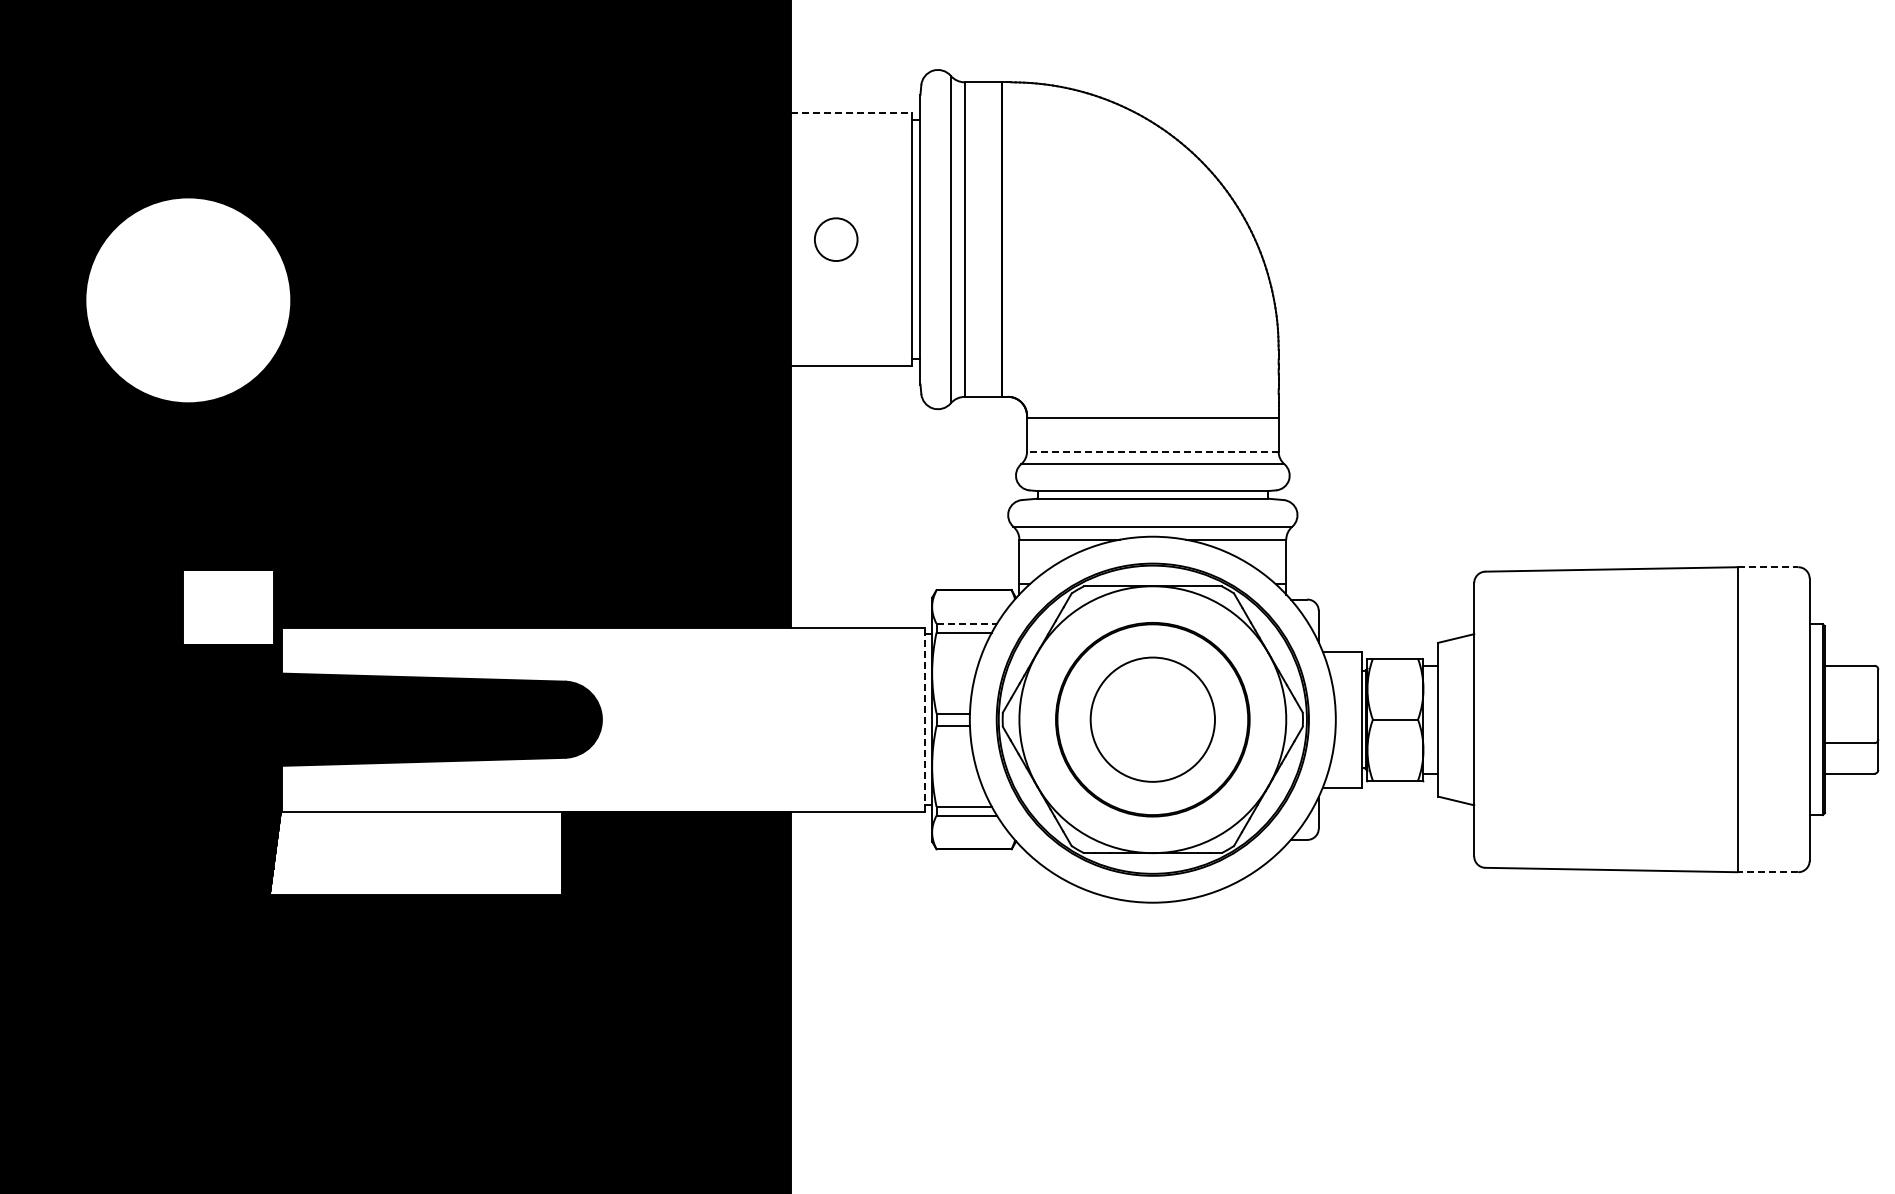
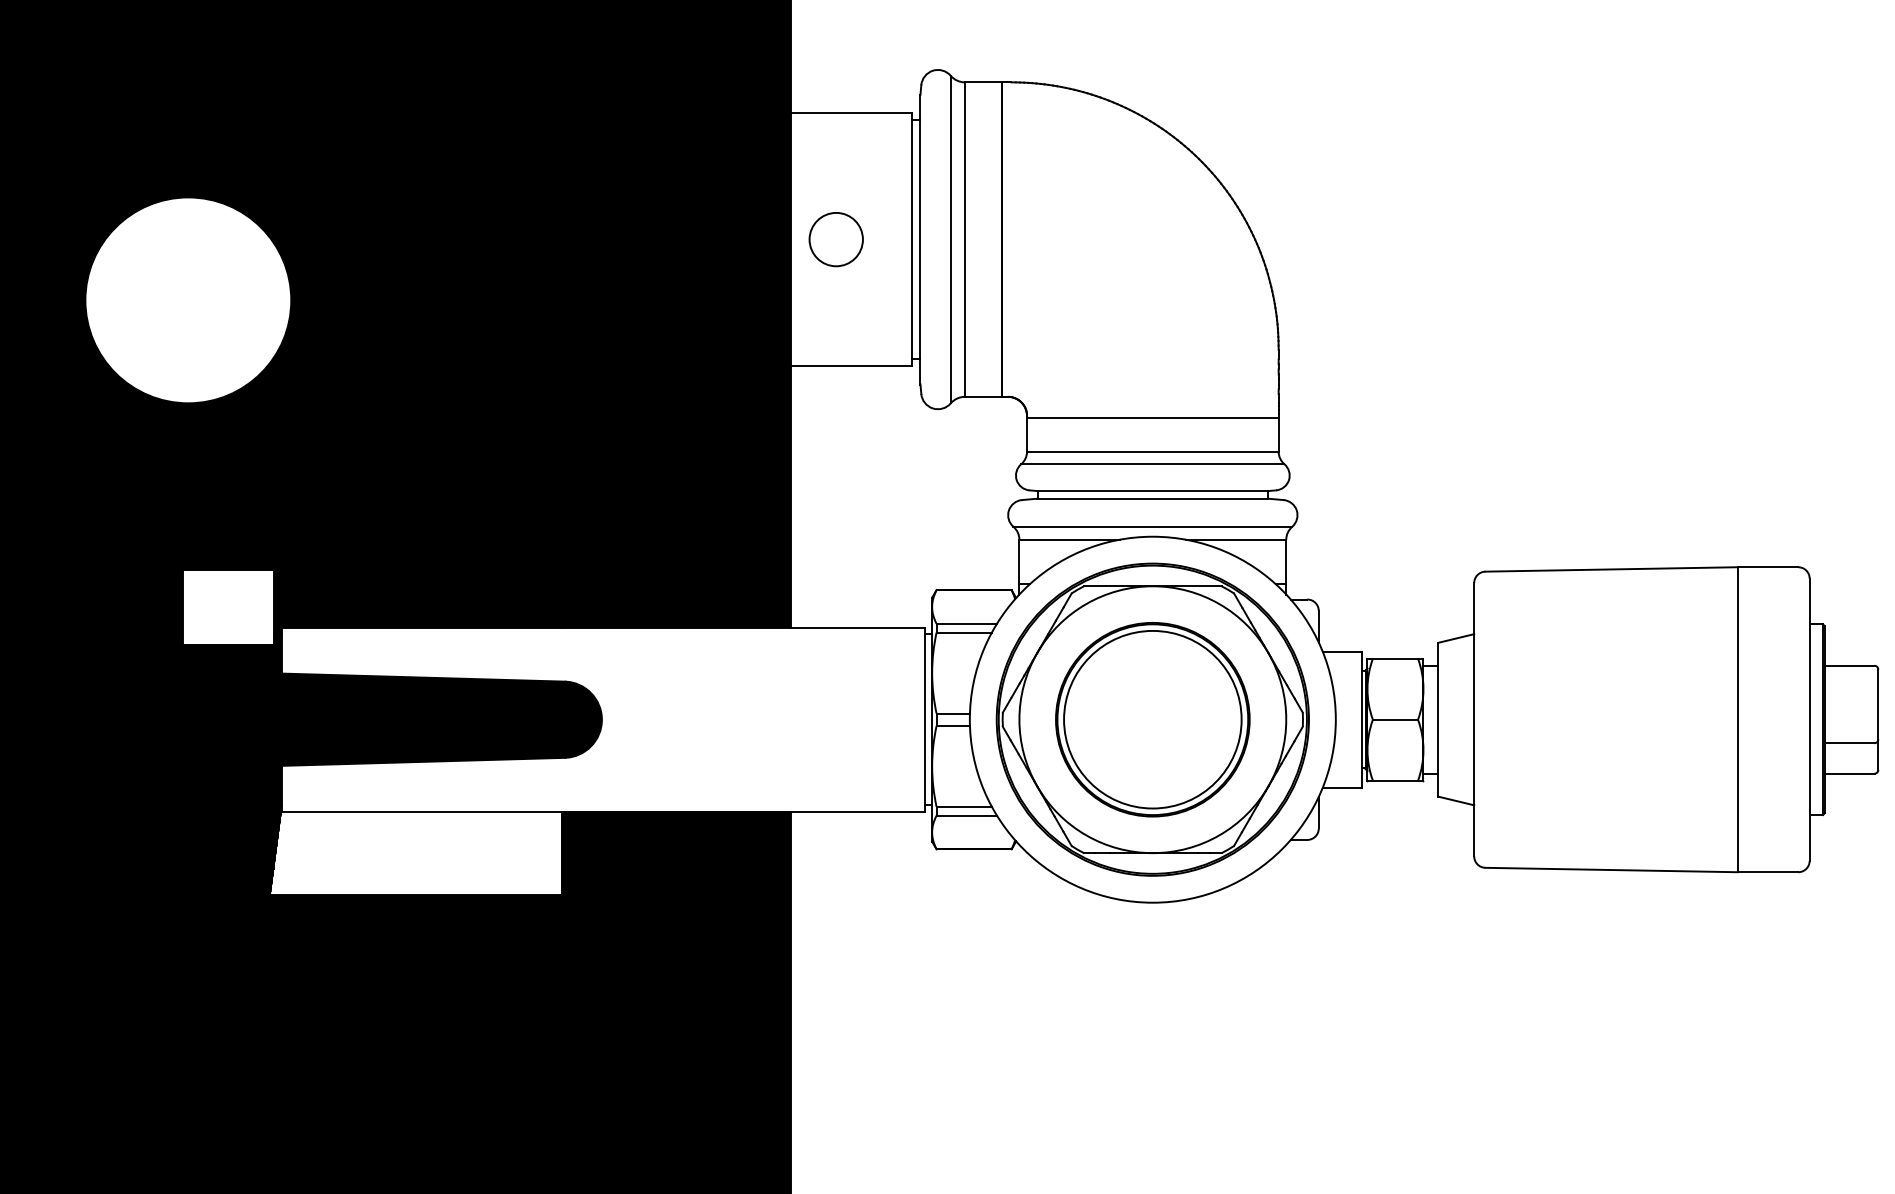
line at (851, 113): dashed -> solid
circle at (836, 239) size: 45x45 px -> 56x56 px
line at (1152, 451): dashed -> solid
line at (1768, 567): dashed -> solid
line at (967, 623): dashed -> solid
line at (924, 719): dashed -> solid
circle at (1152, 719) diameter: 124 px -> 178 px
line at (1767, 872): dashed -> solid
